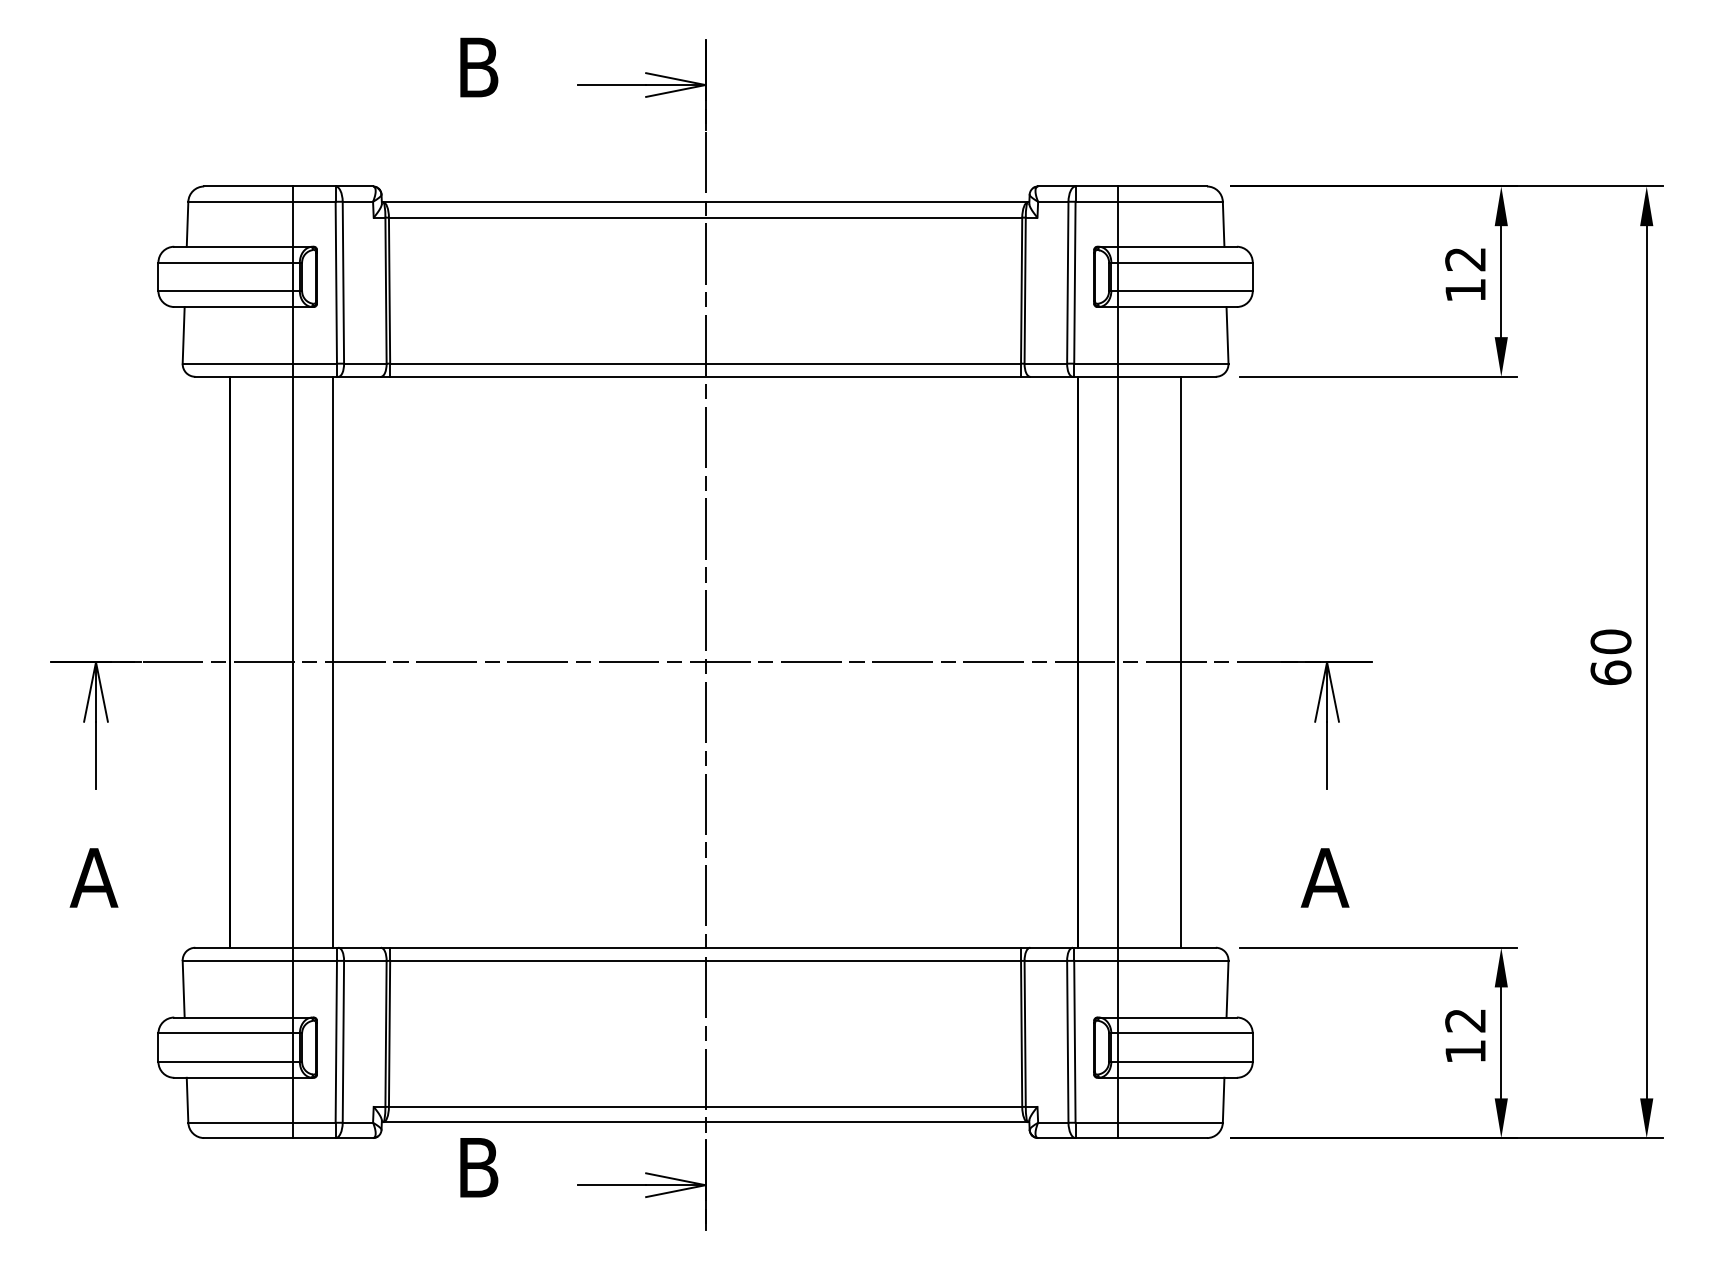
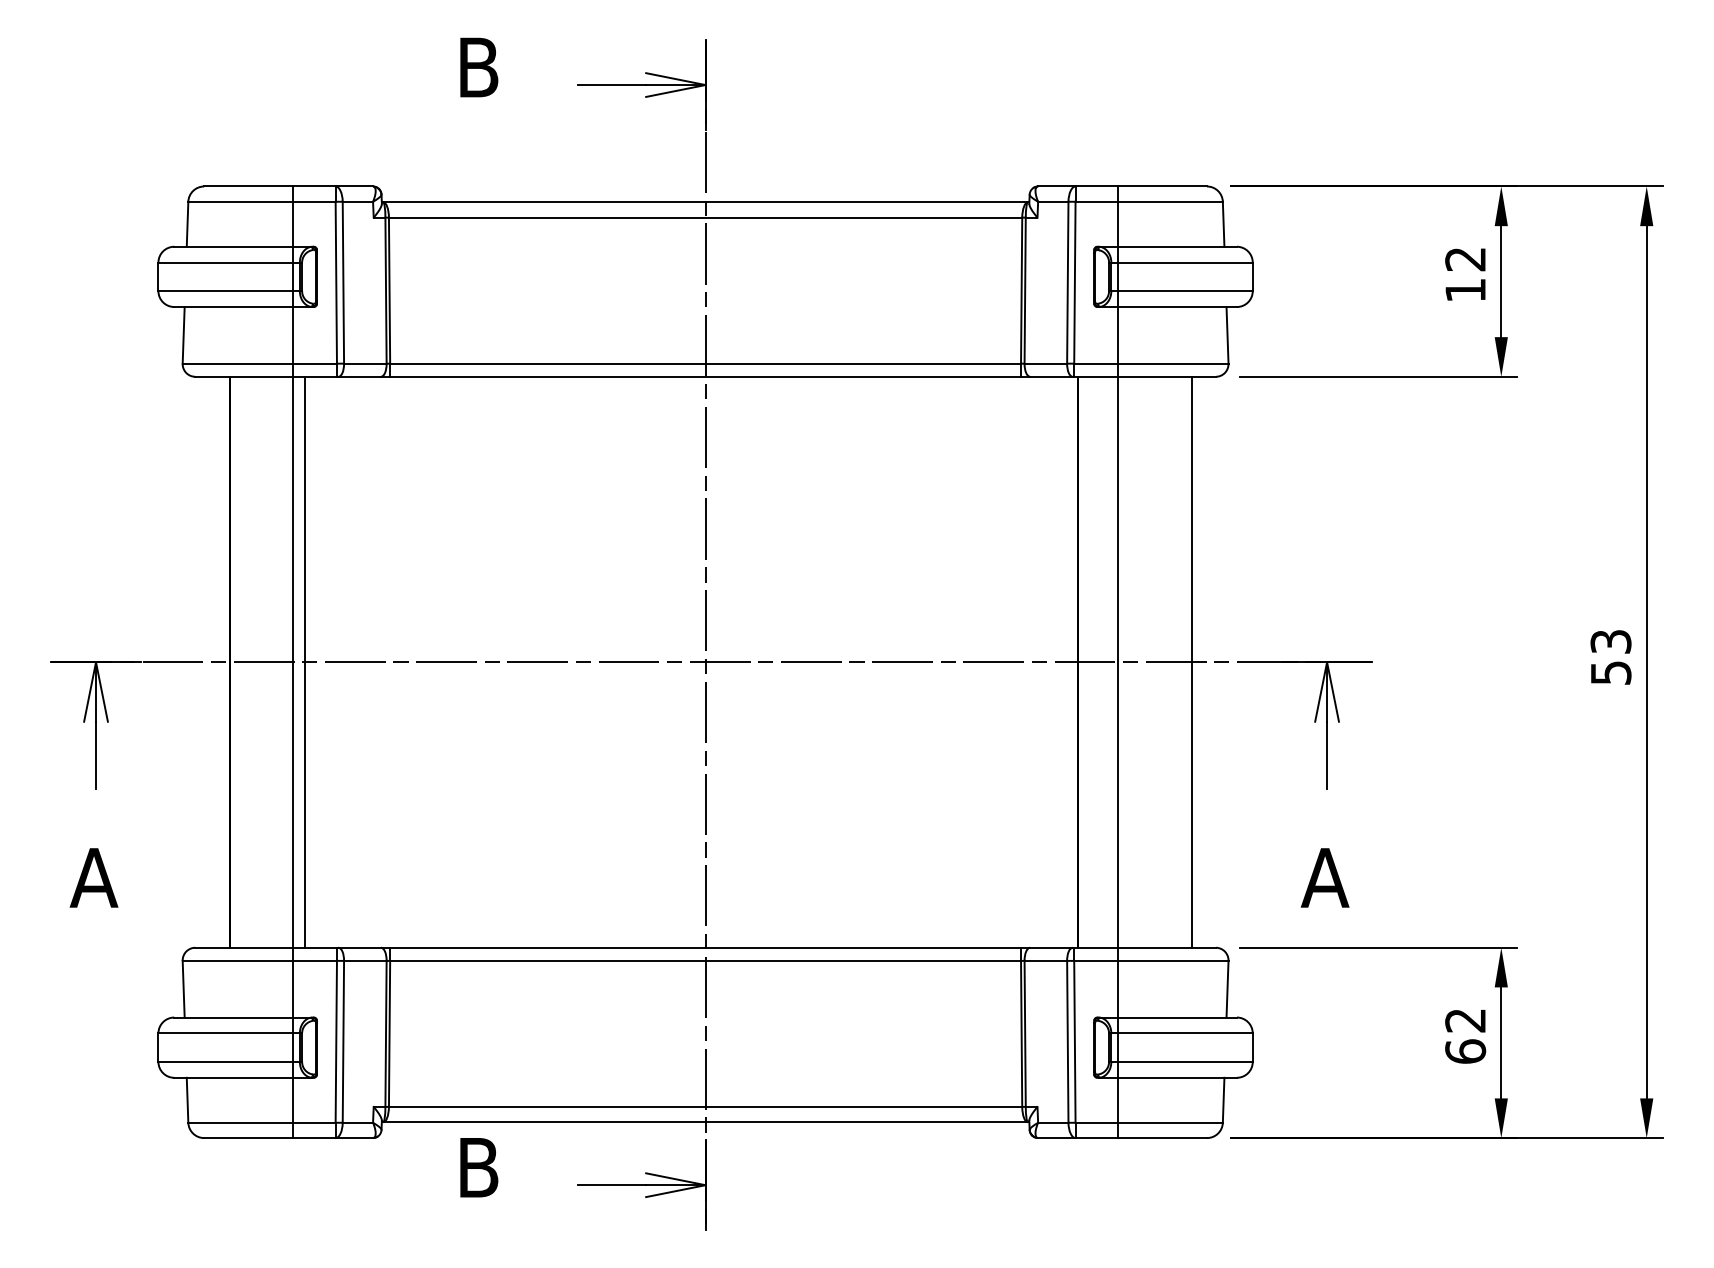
text at (1610, 656): 60 -> 53
line at (332, 661) position: (332, 661) -> (304, 661)
line at (1181, 661) position: (1181, 661) -> (1192, 661)
text at (1465, 1051): 12 -> 62
